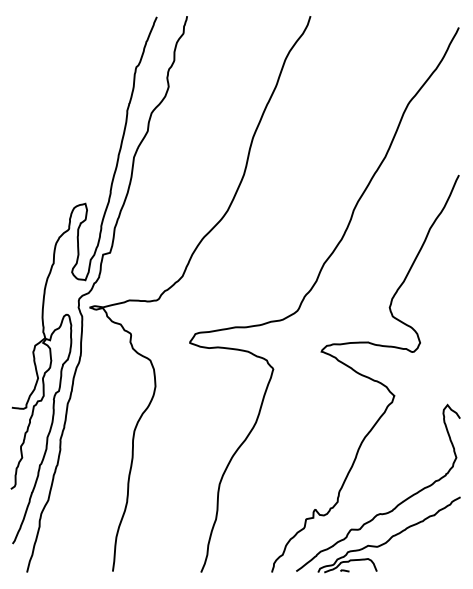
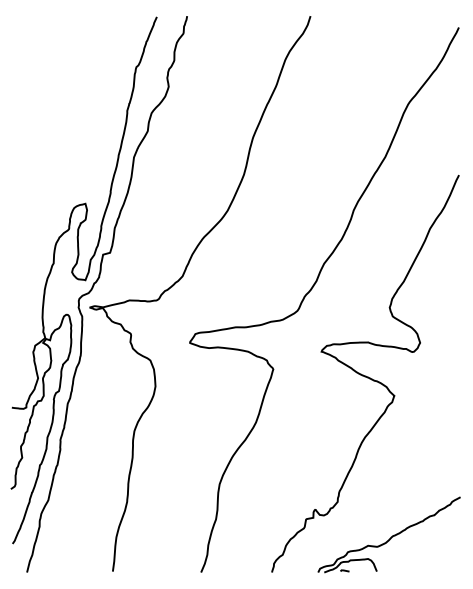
curve at (396, 505): present -> none
